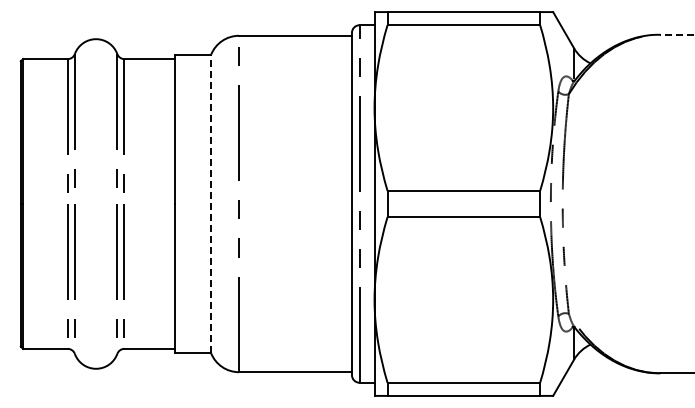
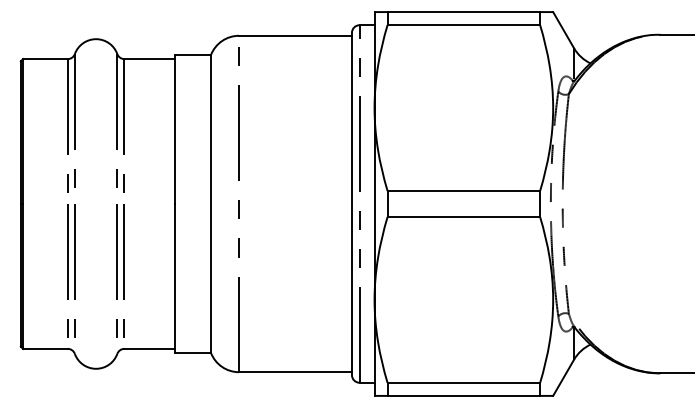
line at (676, 34): dashed -> solid
line at (211, 203): dashed -> solid
